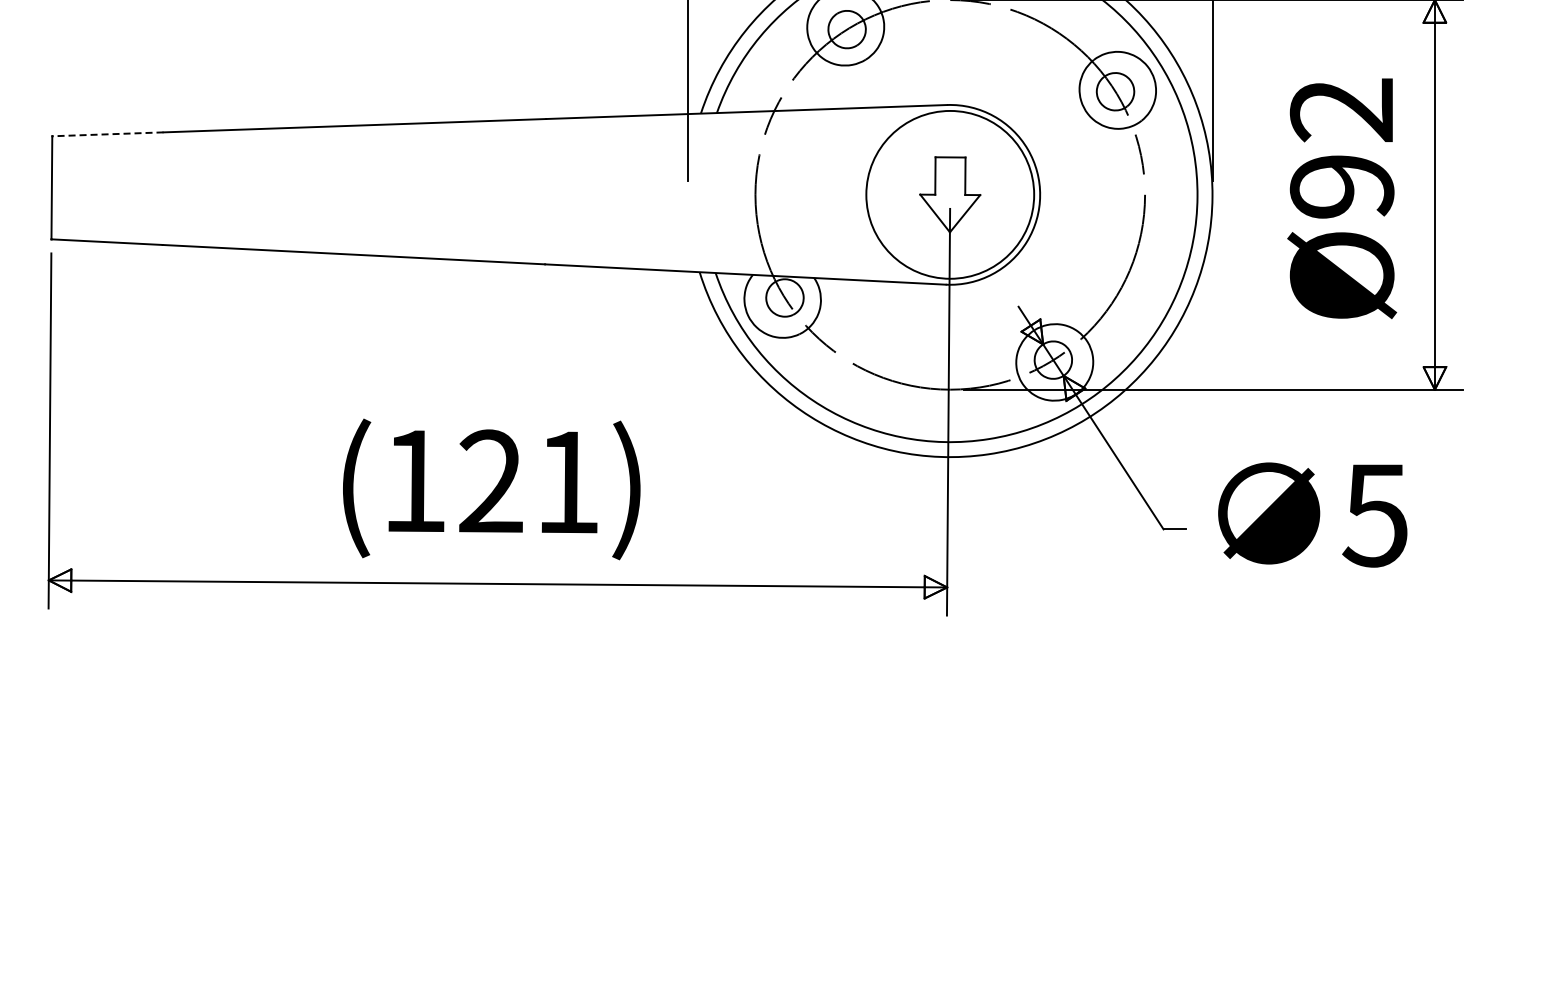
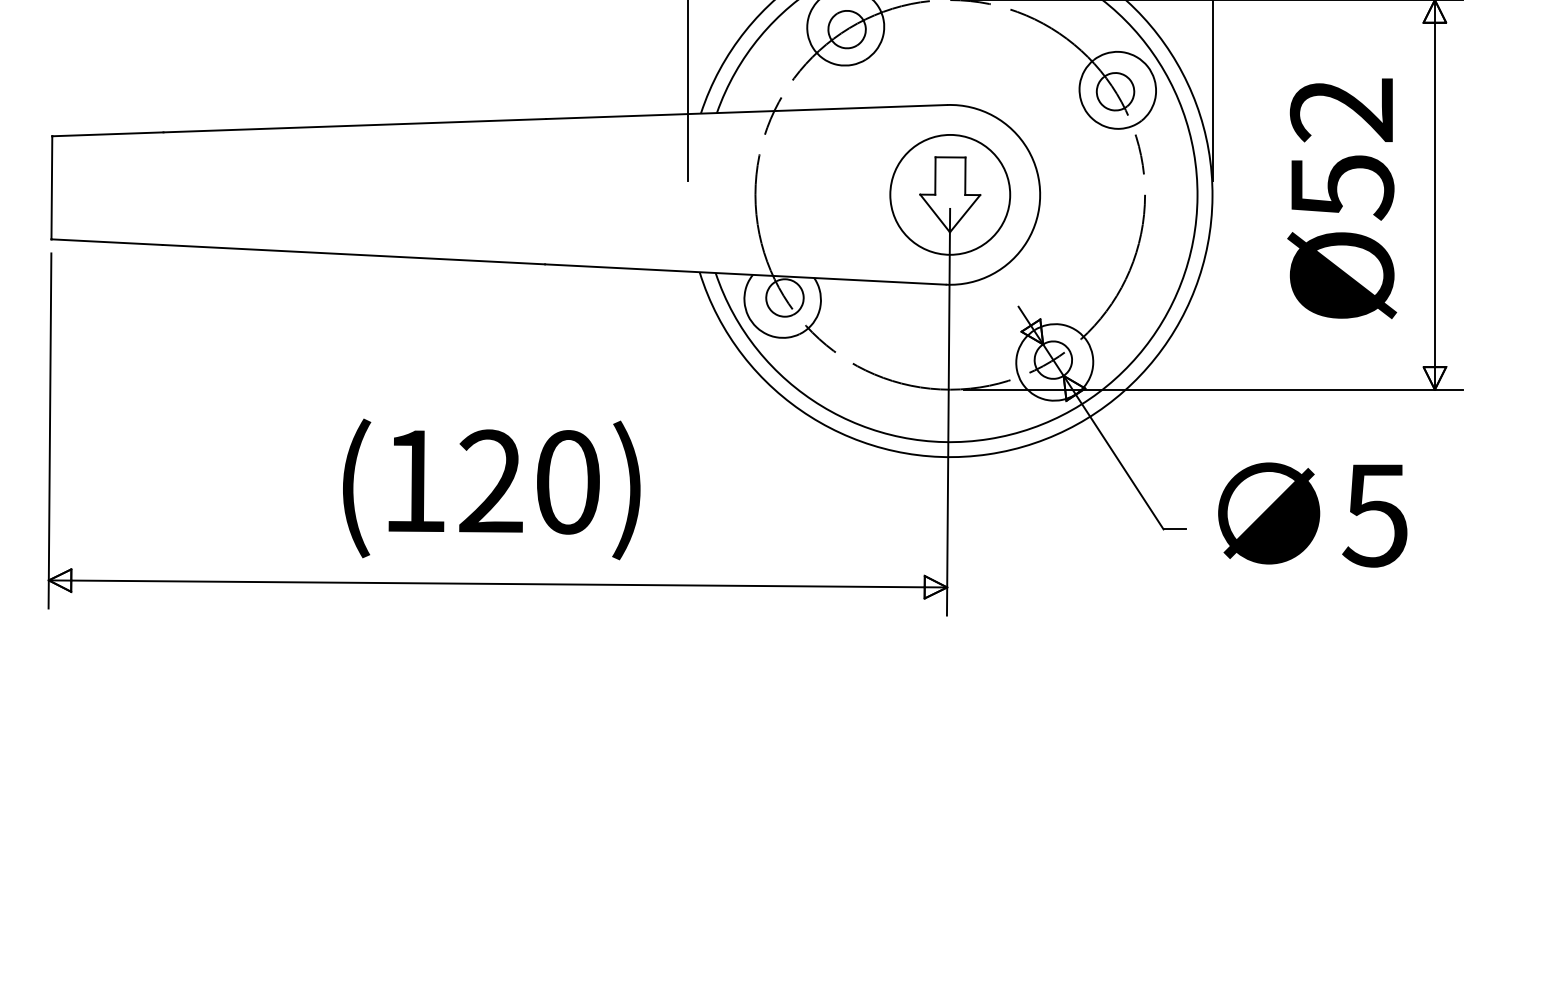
line at (107, 134): dashed -> solid
text at (1341, 187): Ø92 -> Ø52
circle at (950, 194) diameter: 168 px -> 120 px
text at (568, 482): (121) -> (120)
